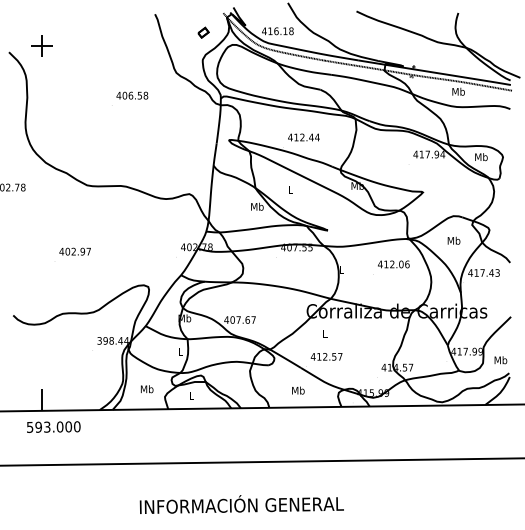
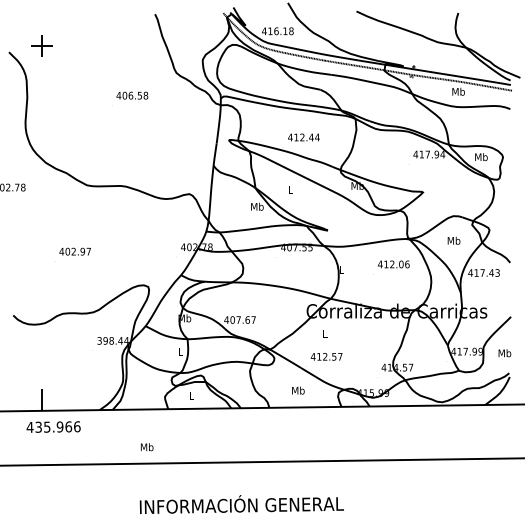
part at (203, 32): present -> none
text at (500, 360) position: (500, 360) -> (504, 353)
text at (147, 389) position: (147, 389) -> (147, 447)
text at (53, 426): 593.000 -> 435.966
